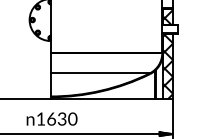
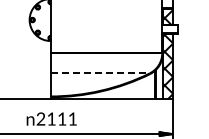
line at (100, 73): solid -> dashed
text at (56, 118): 1630 -> 2111
